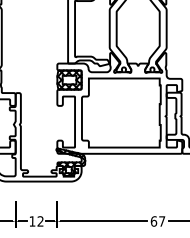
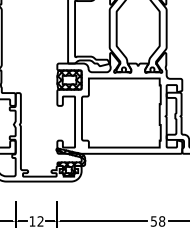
text at (157, 221): 67 -> 58
